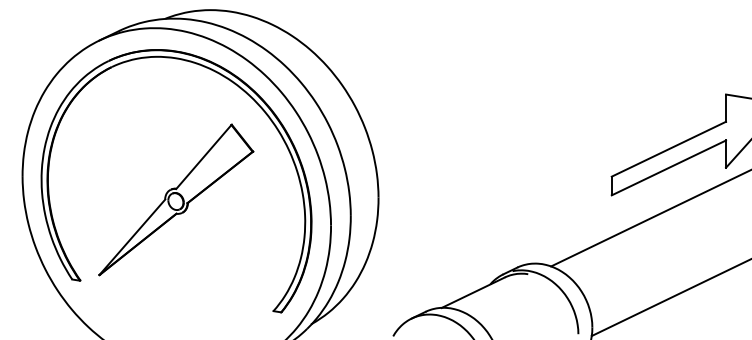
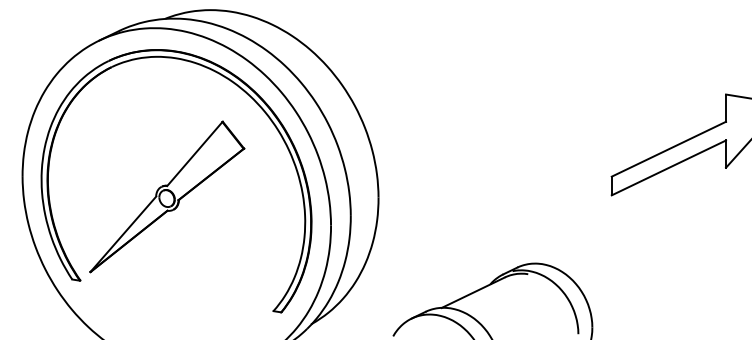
part at (176, 199) position: (176, 199) -> (167, 196)
line at (649, 218): present -> none
line at (669, 298): present -> none
